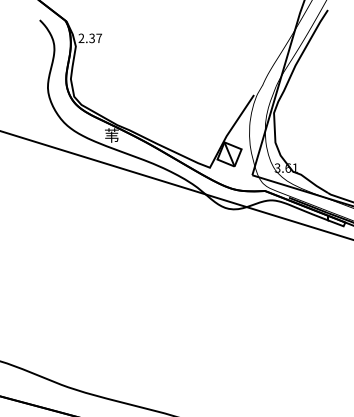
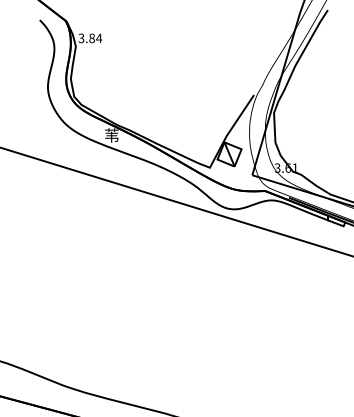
text at (90, 38): 2.37 -> 3.84
line at (176, 185) position: (176, 185) -> (176, 201)
